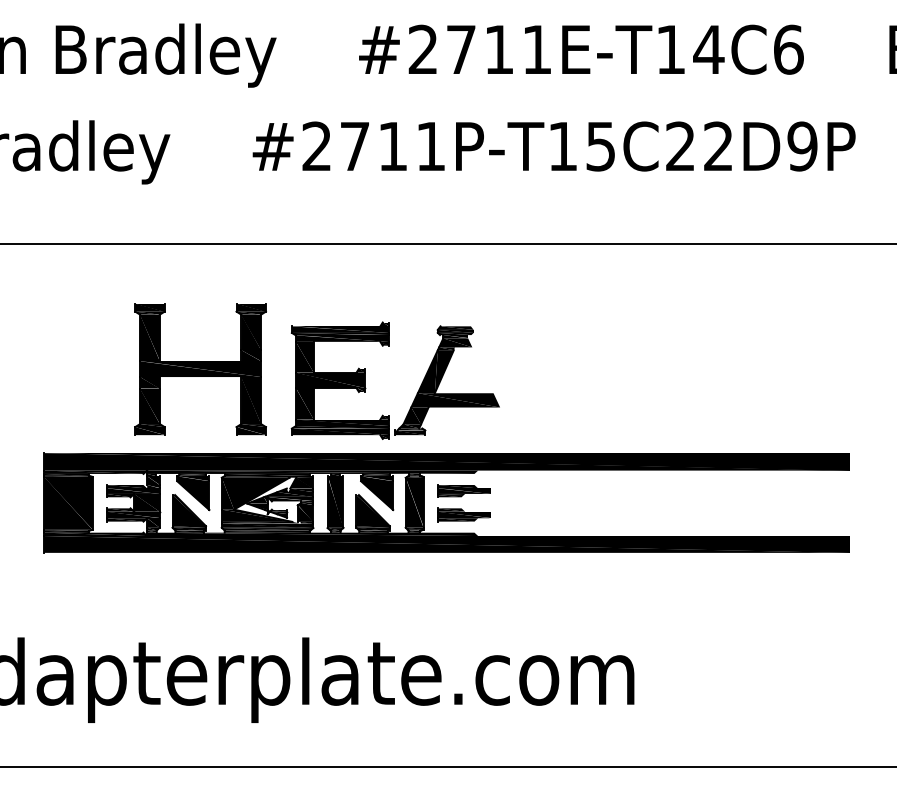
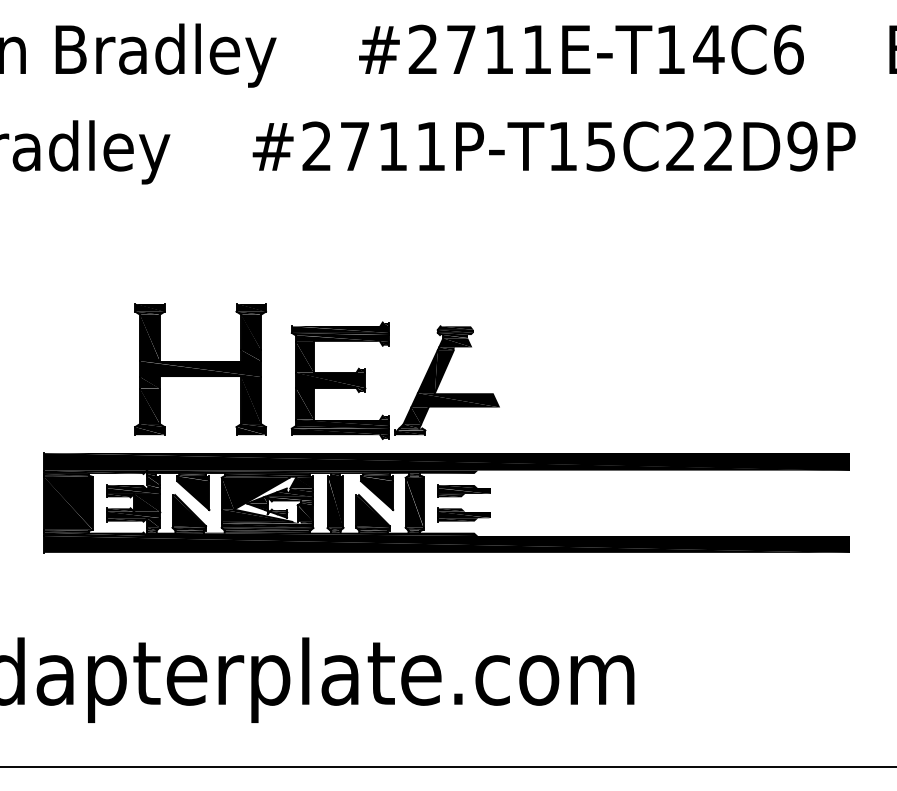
line at (447, 244): present -> none
